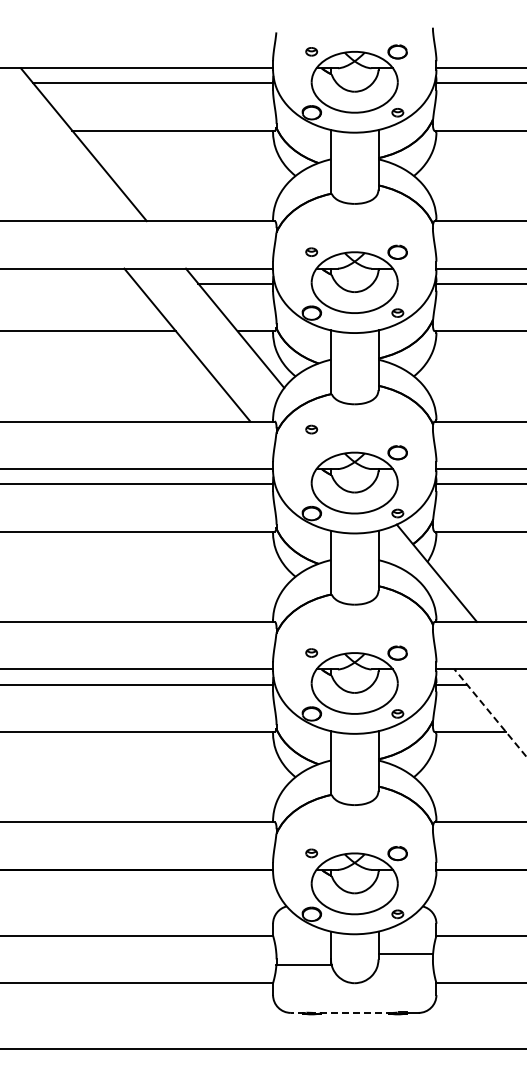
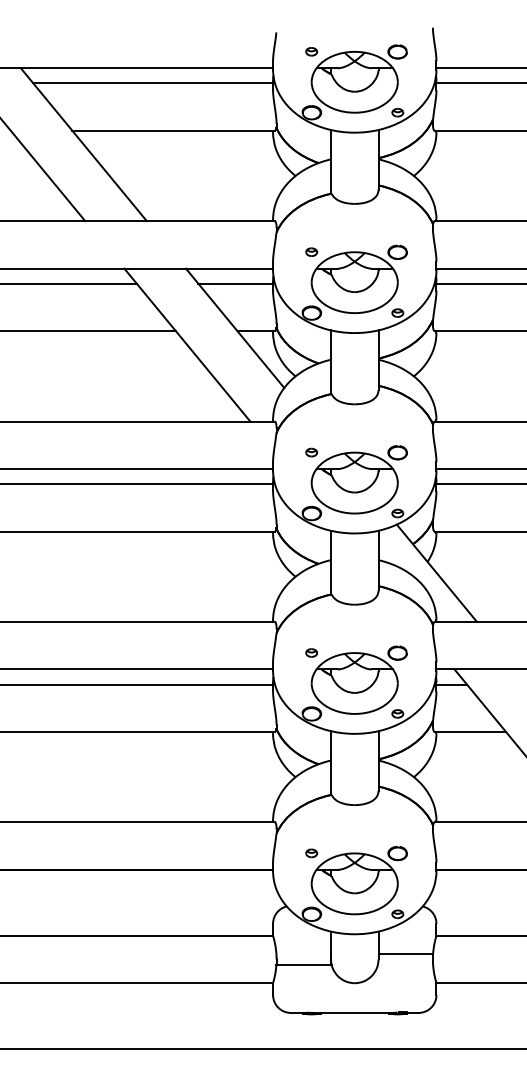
line at (43, 170): none -> present
line at (69, 283): none -> present
part at (311, 429) position: (311, 429) -> (311, 452)
line at (490, 713): dashed -> solid
line at (341, 1012): dashed -> solid
